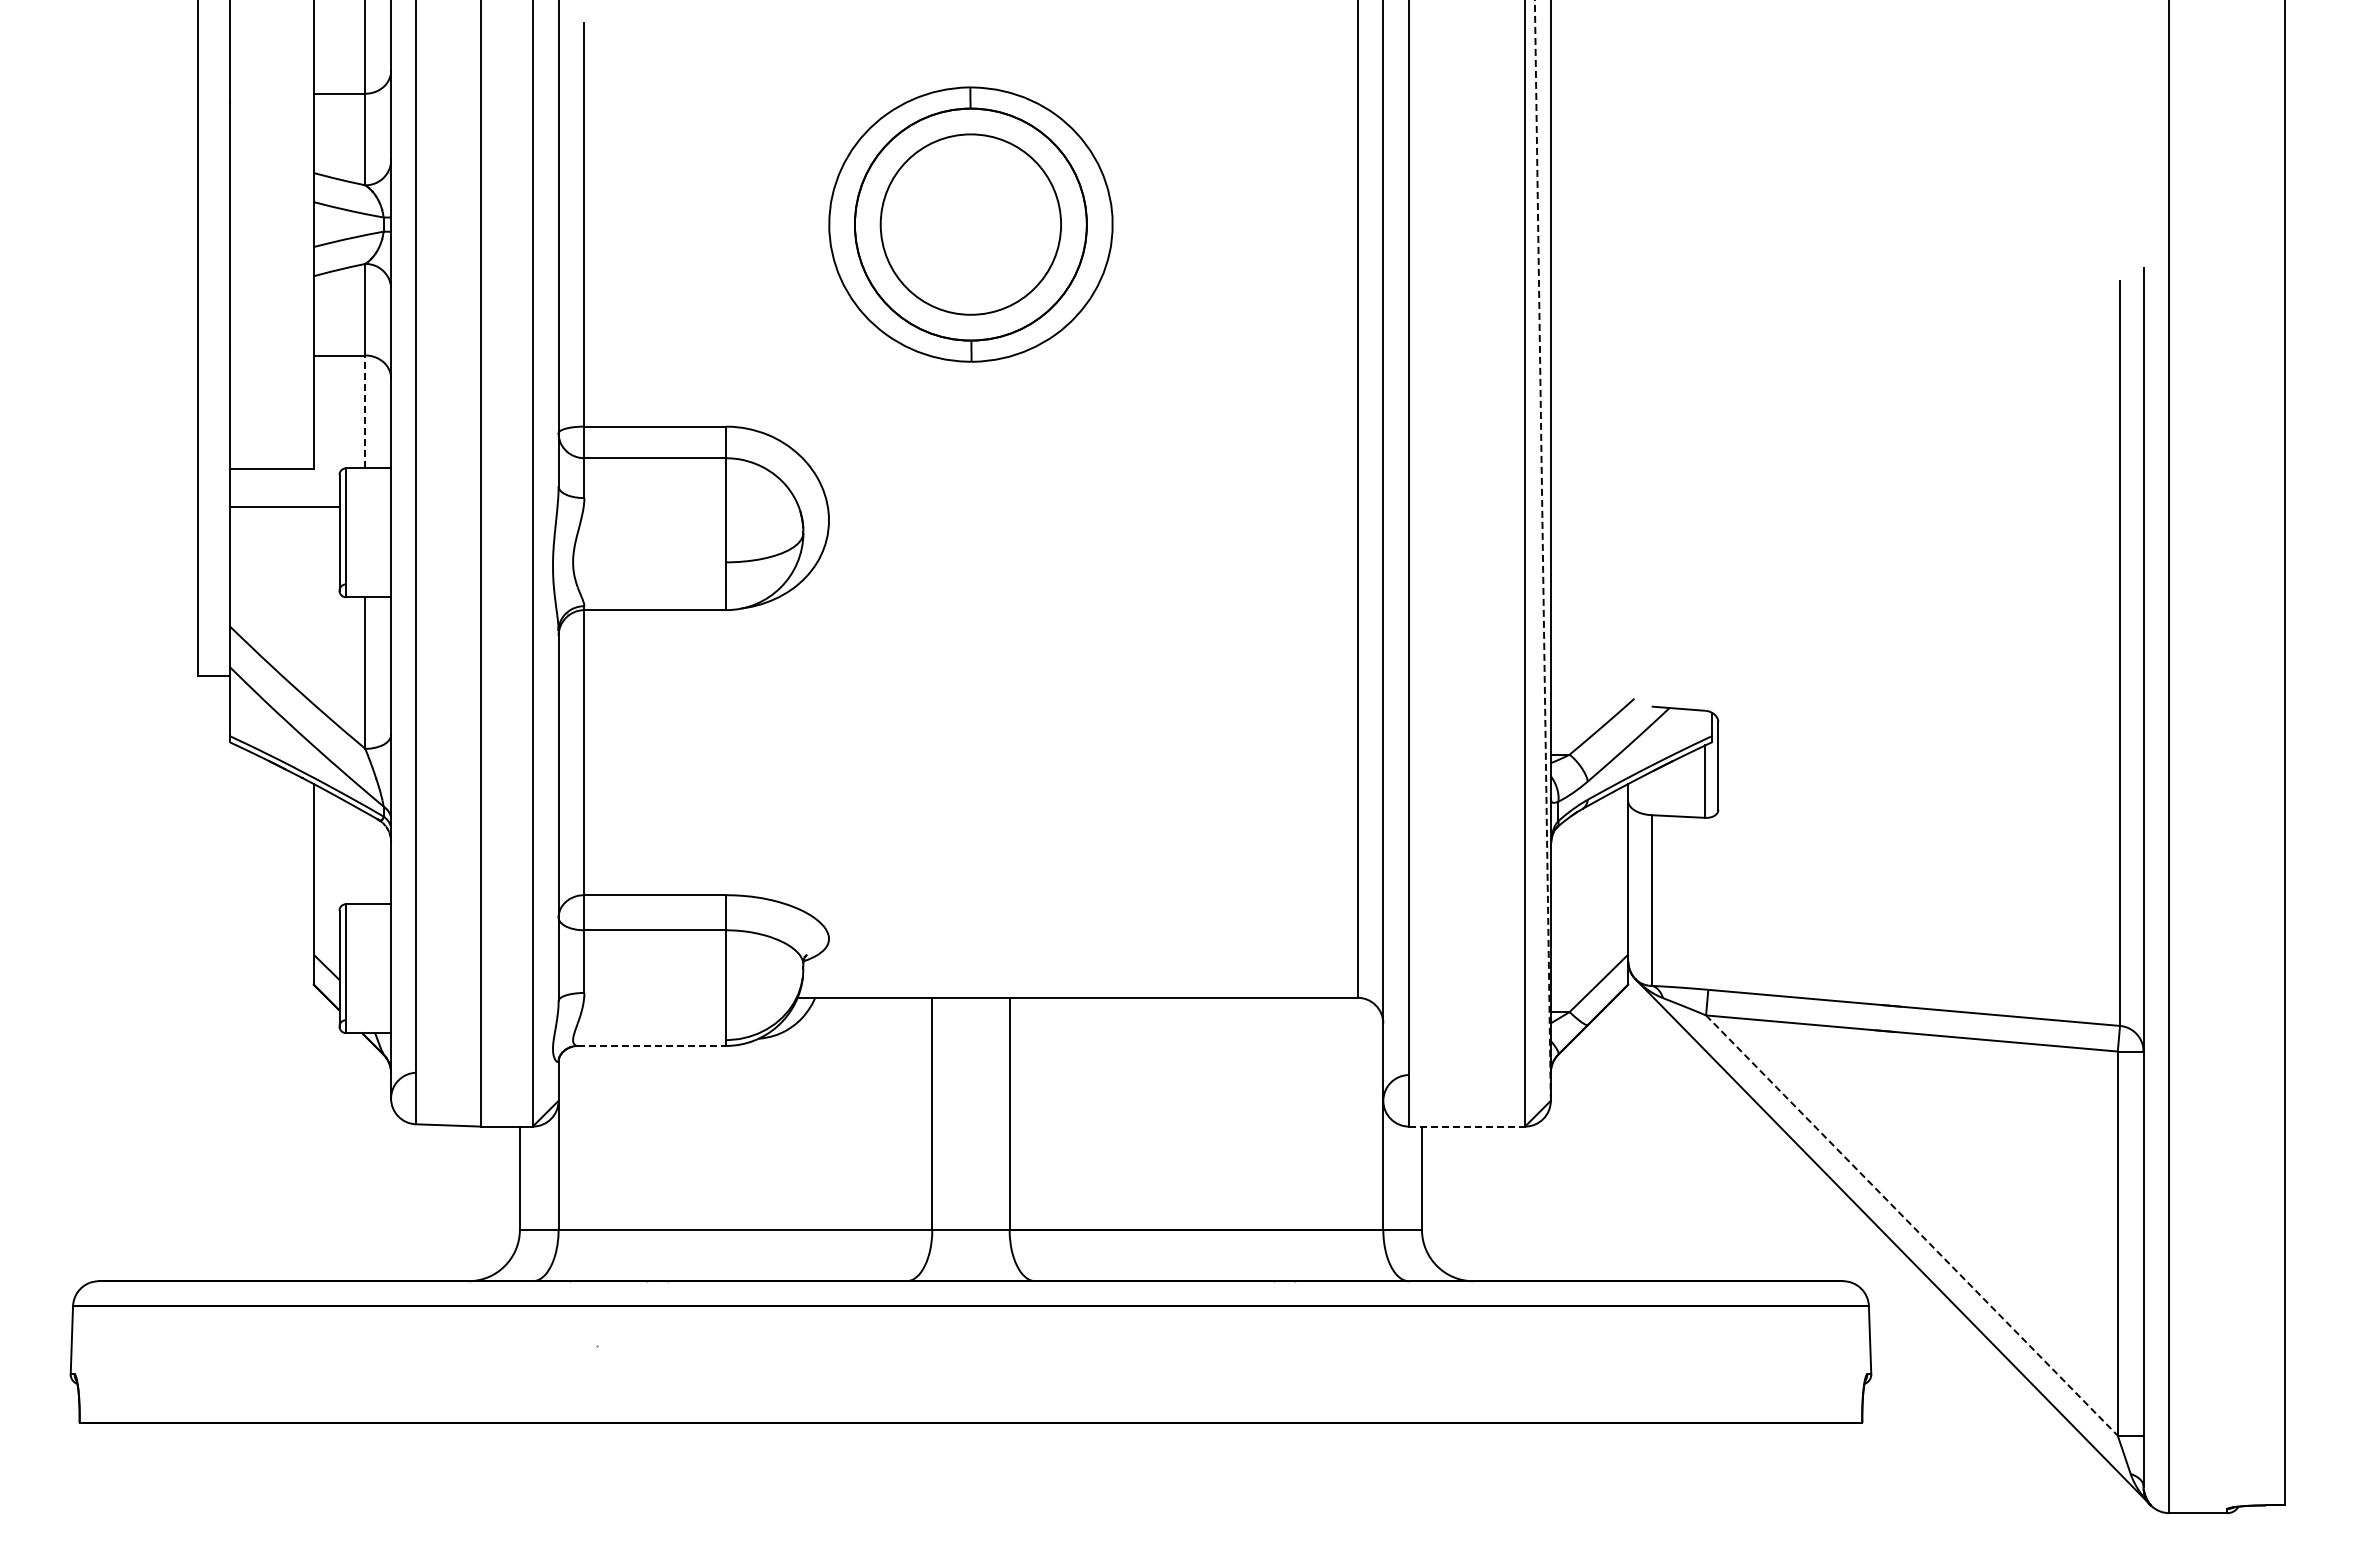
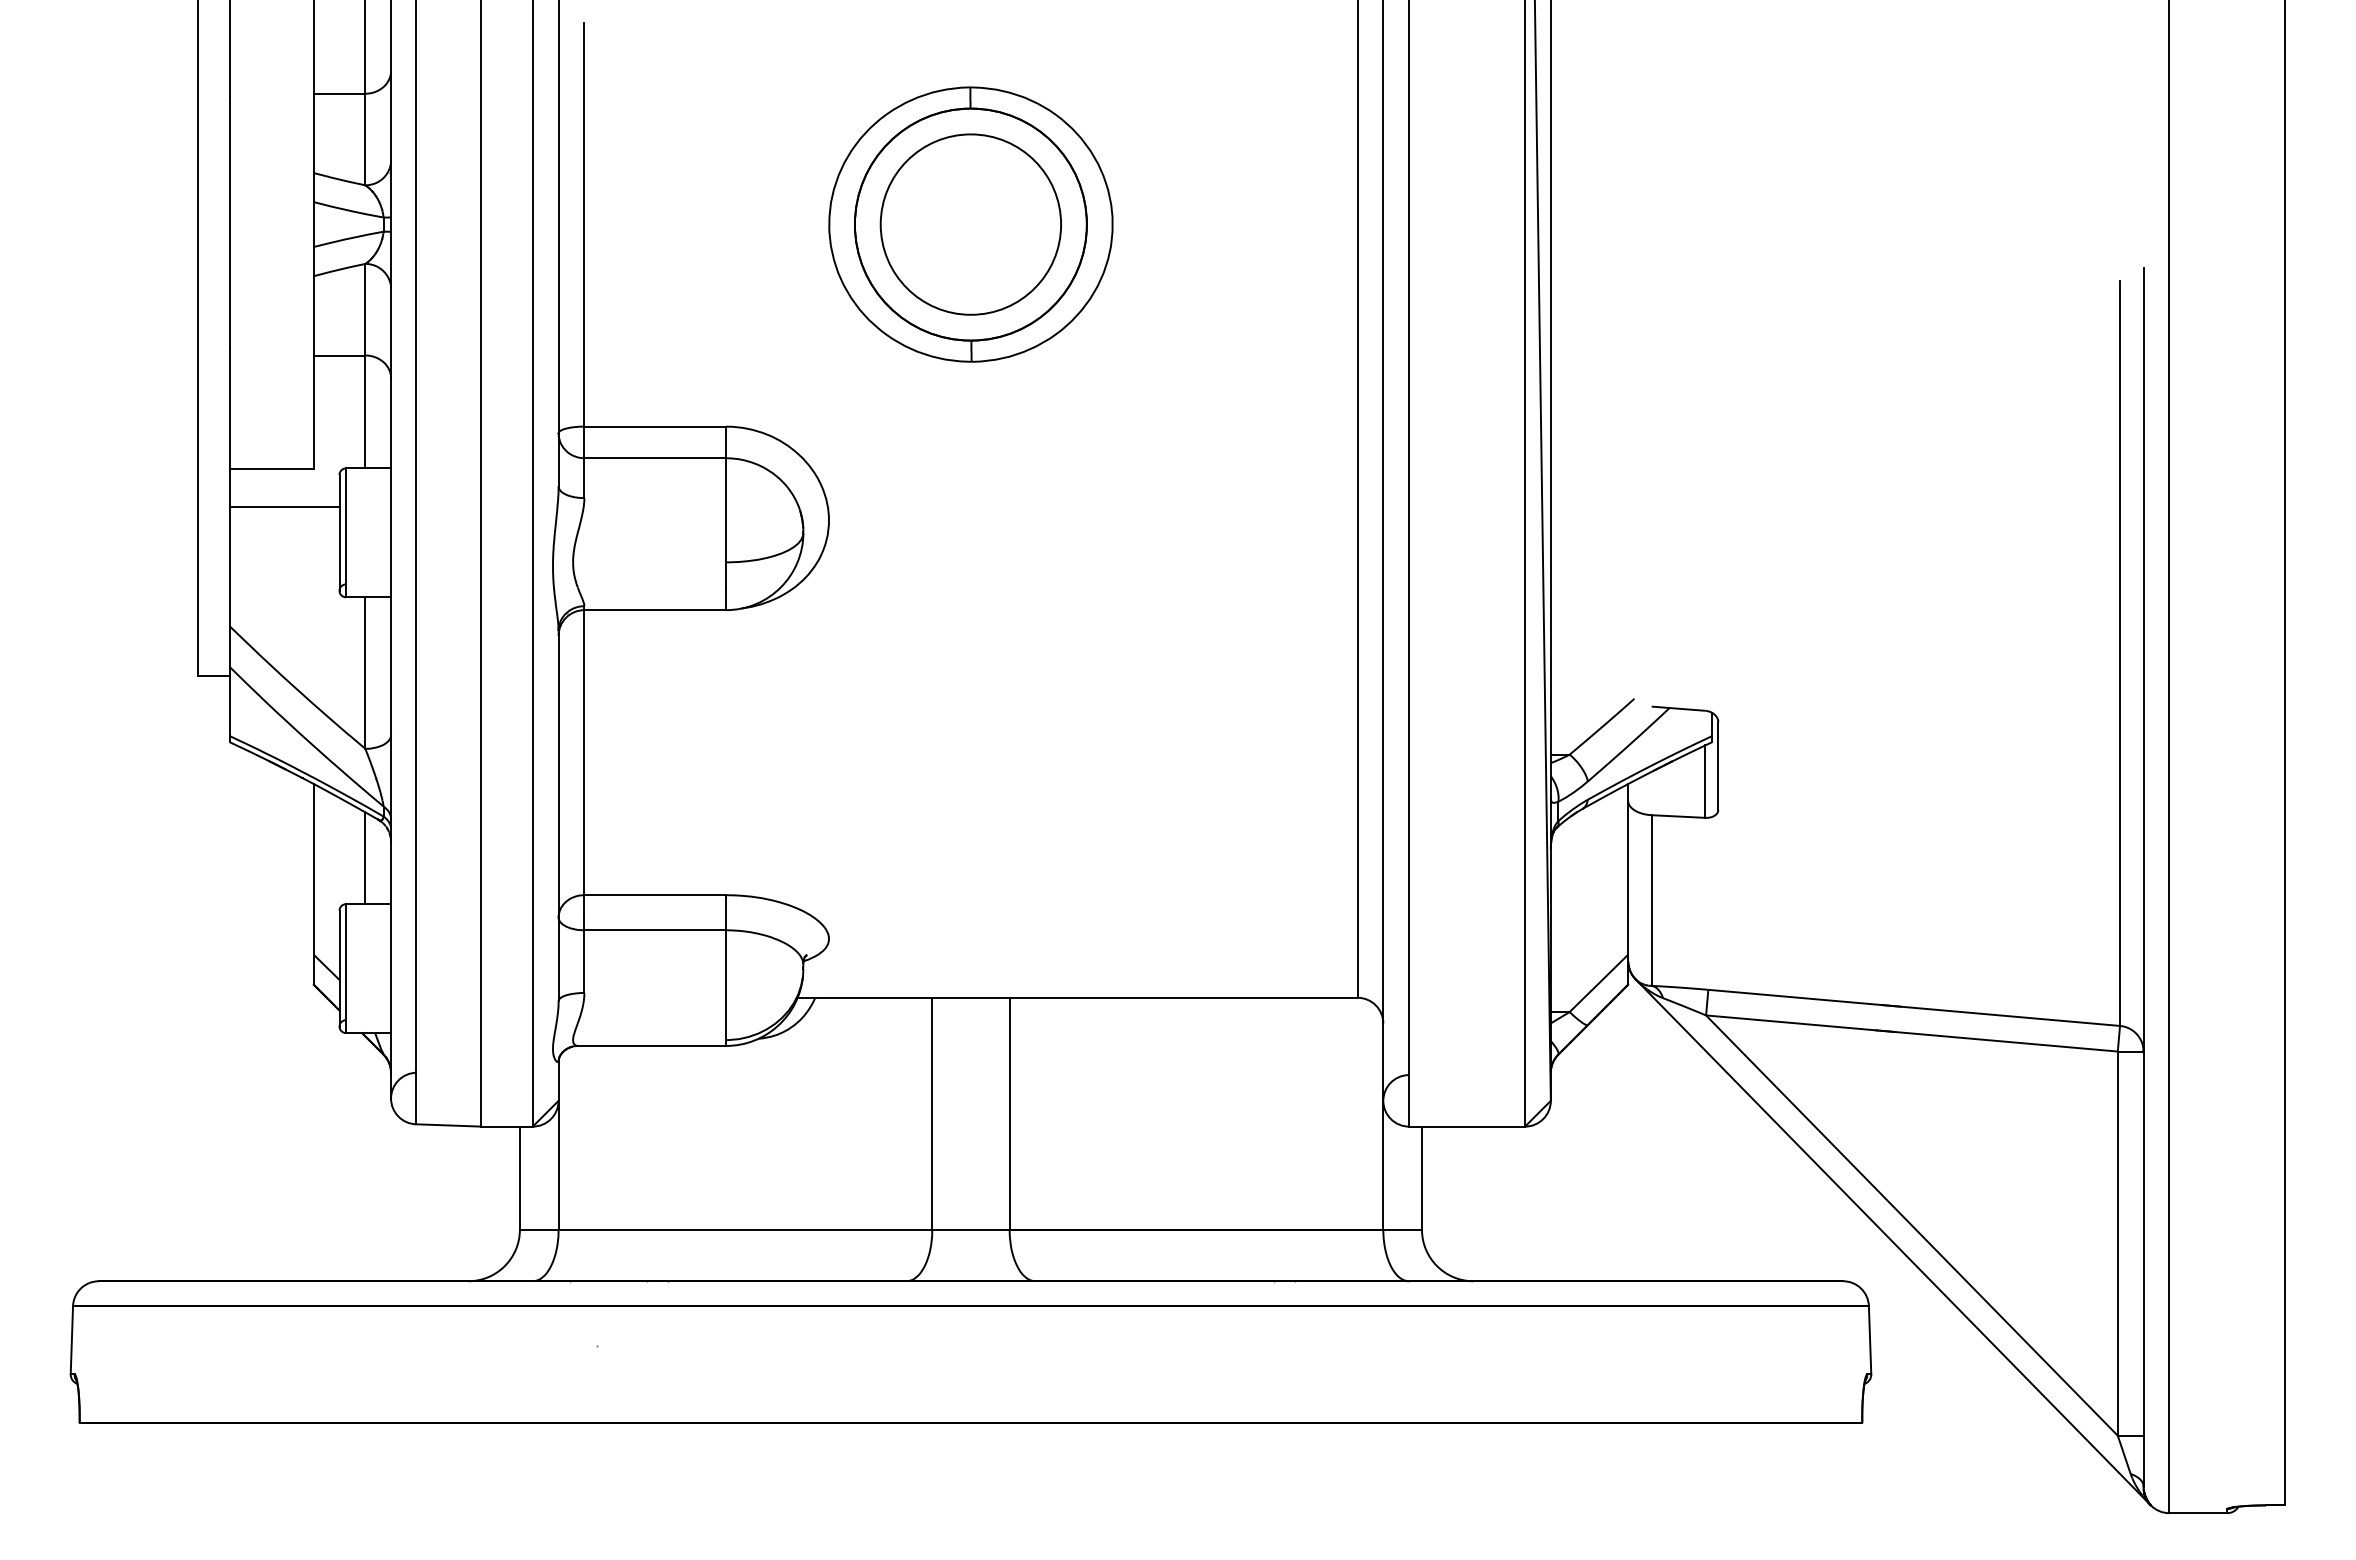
line at (365, 411): dashed -> solid
line at (1542, 550): dashed -> solid
line at (365, 858): none -> present
line at (652, 1045): dashed -> solid
line at (1467, 1126): dashed -> solid
line at (1912, 1225): dashed -> solid
